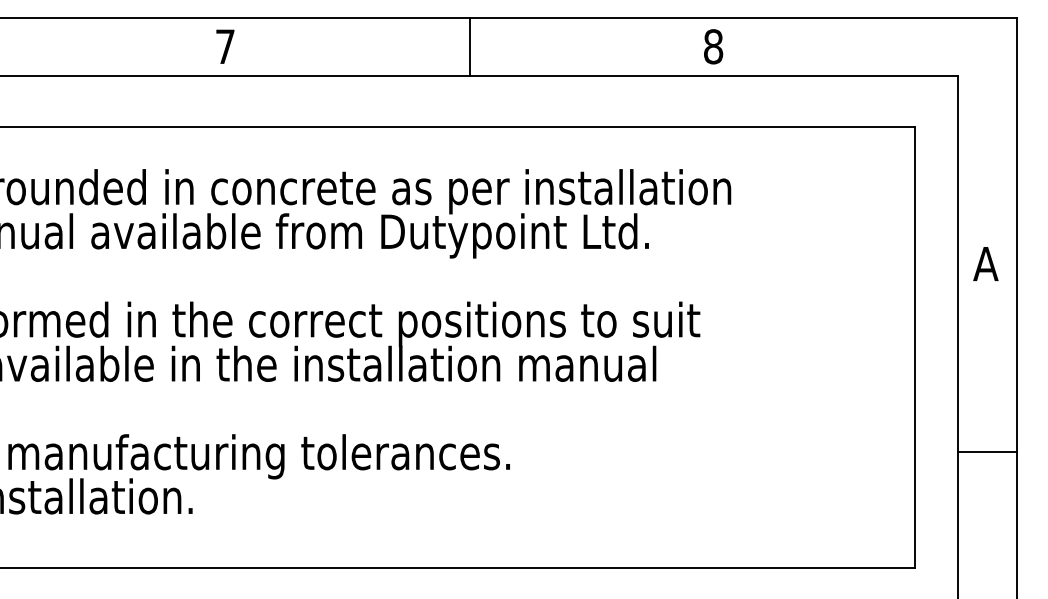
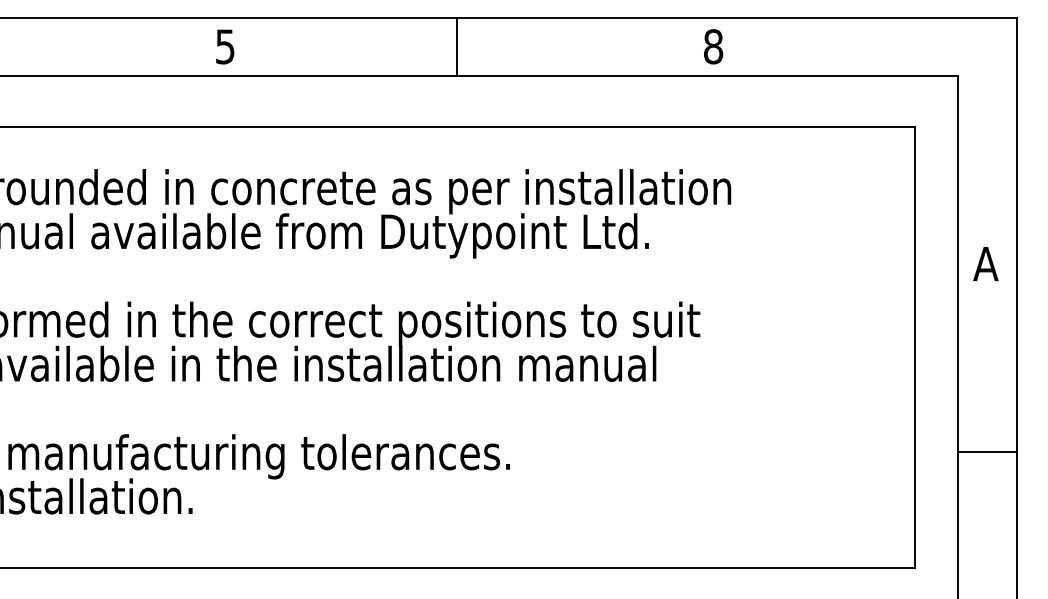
text at (225, 46): 7 -> 5
line at (469, 46) position: (469, 46) -> (456, 46)
